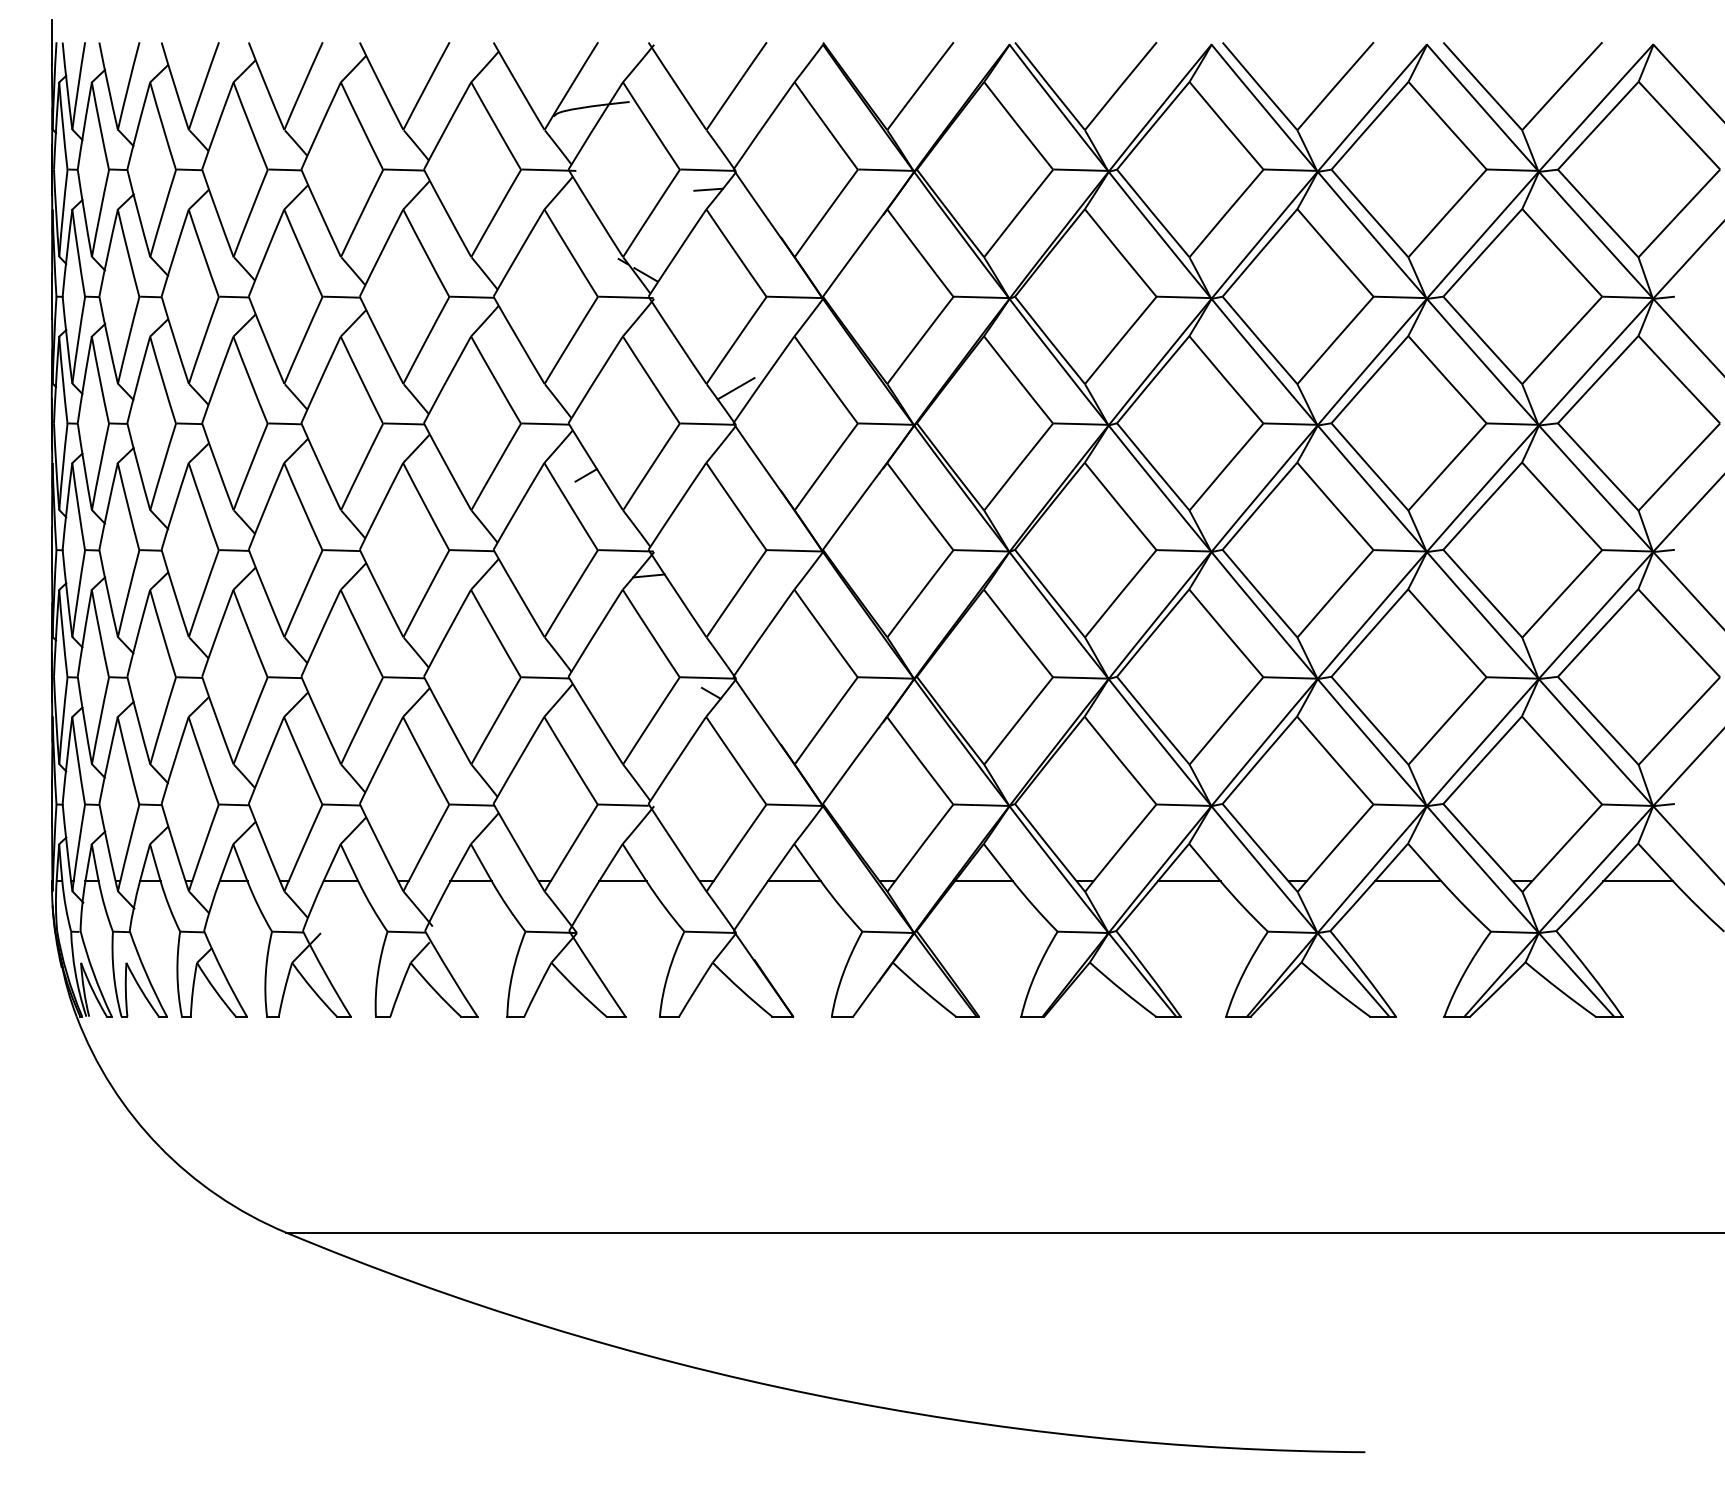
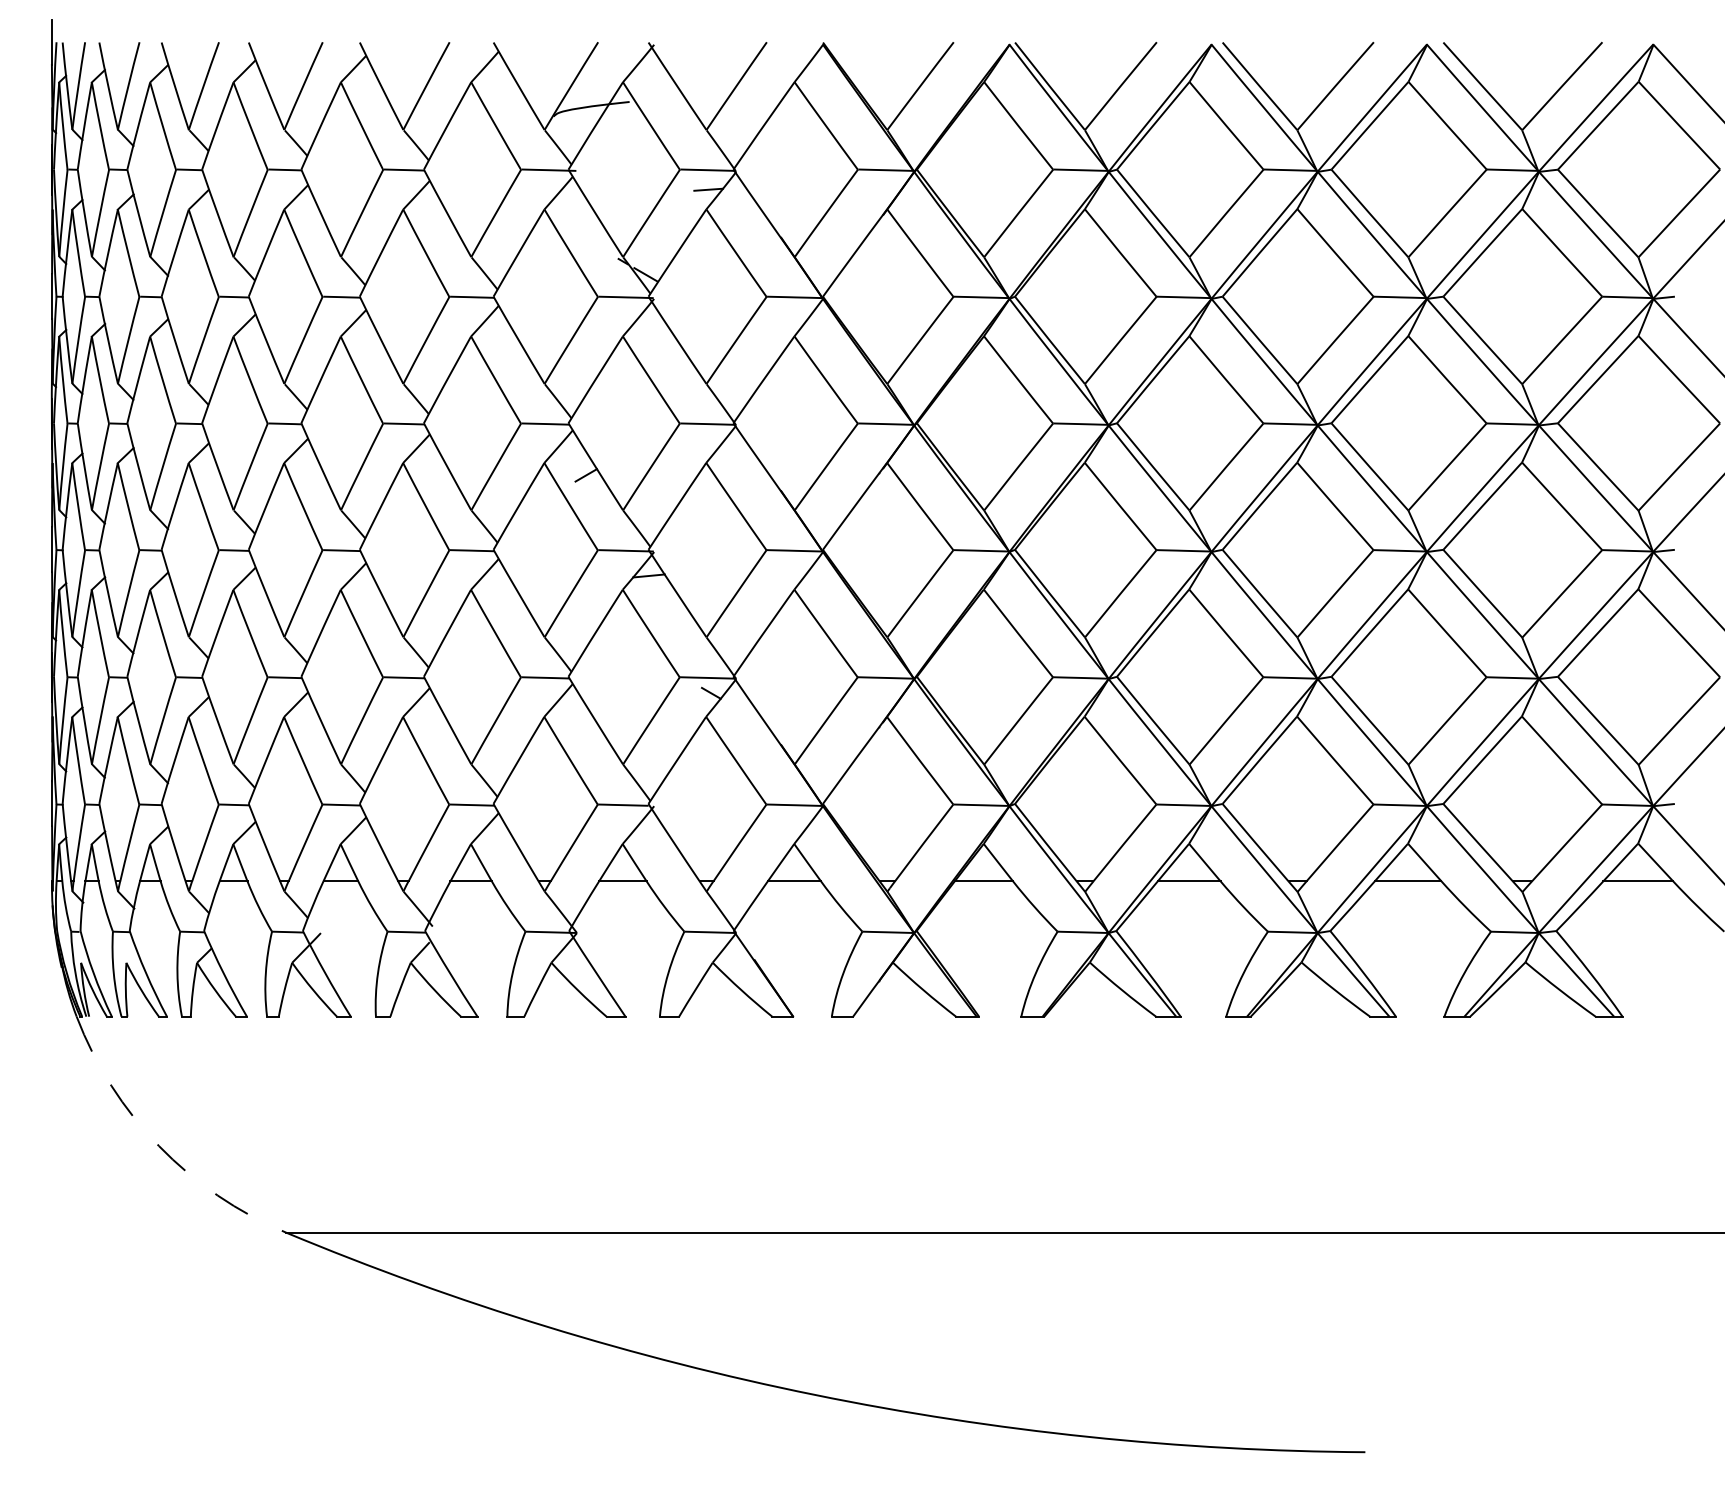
line at (735, 388): present -> none
arc at (159, 1146): solid -> dashed
